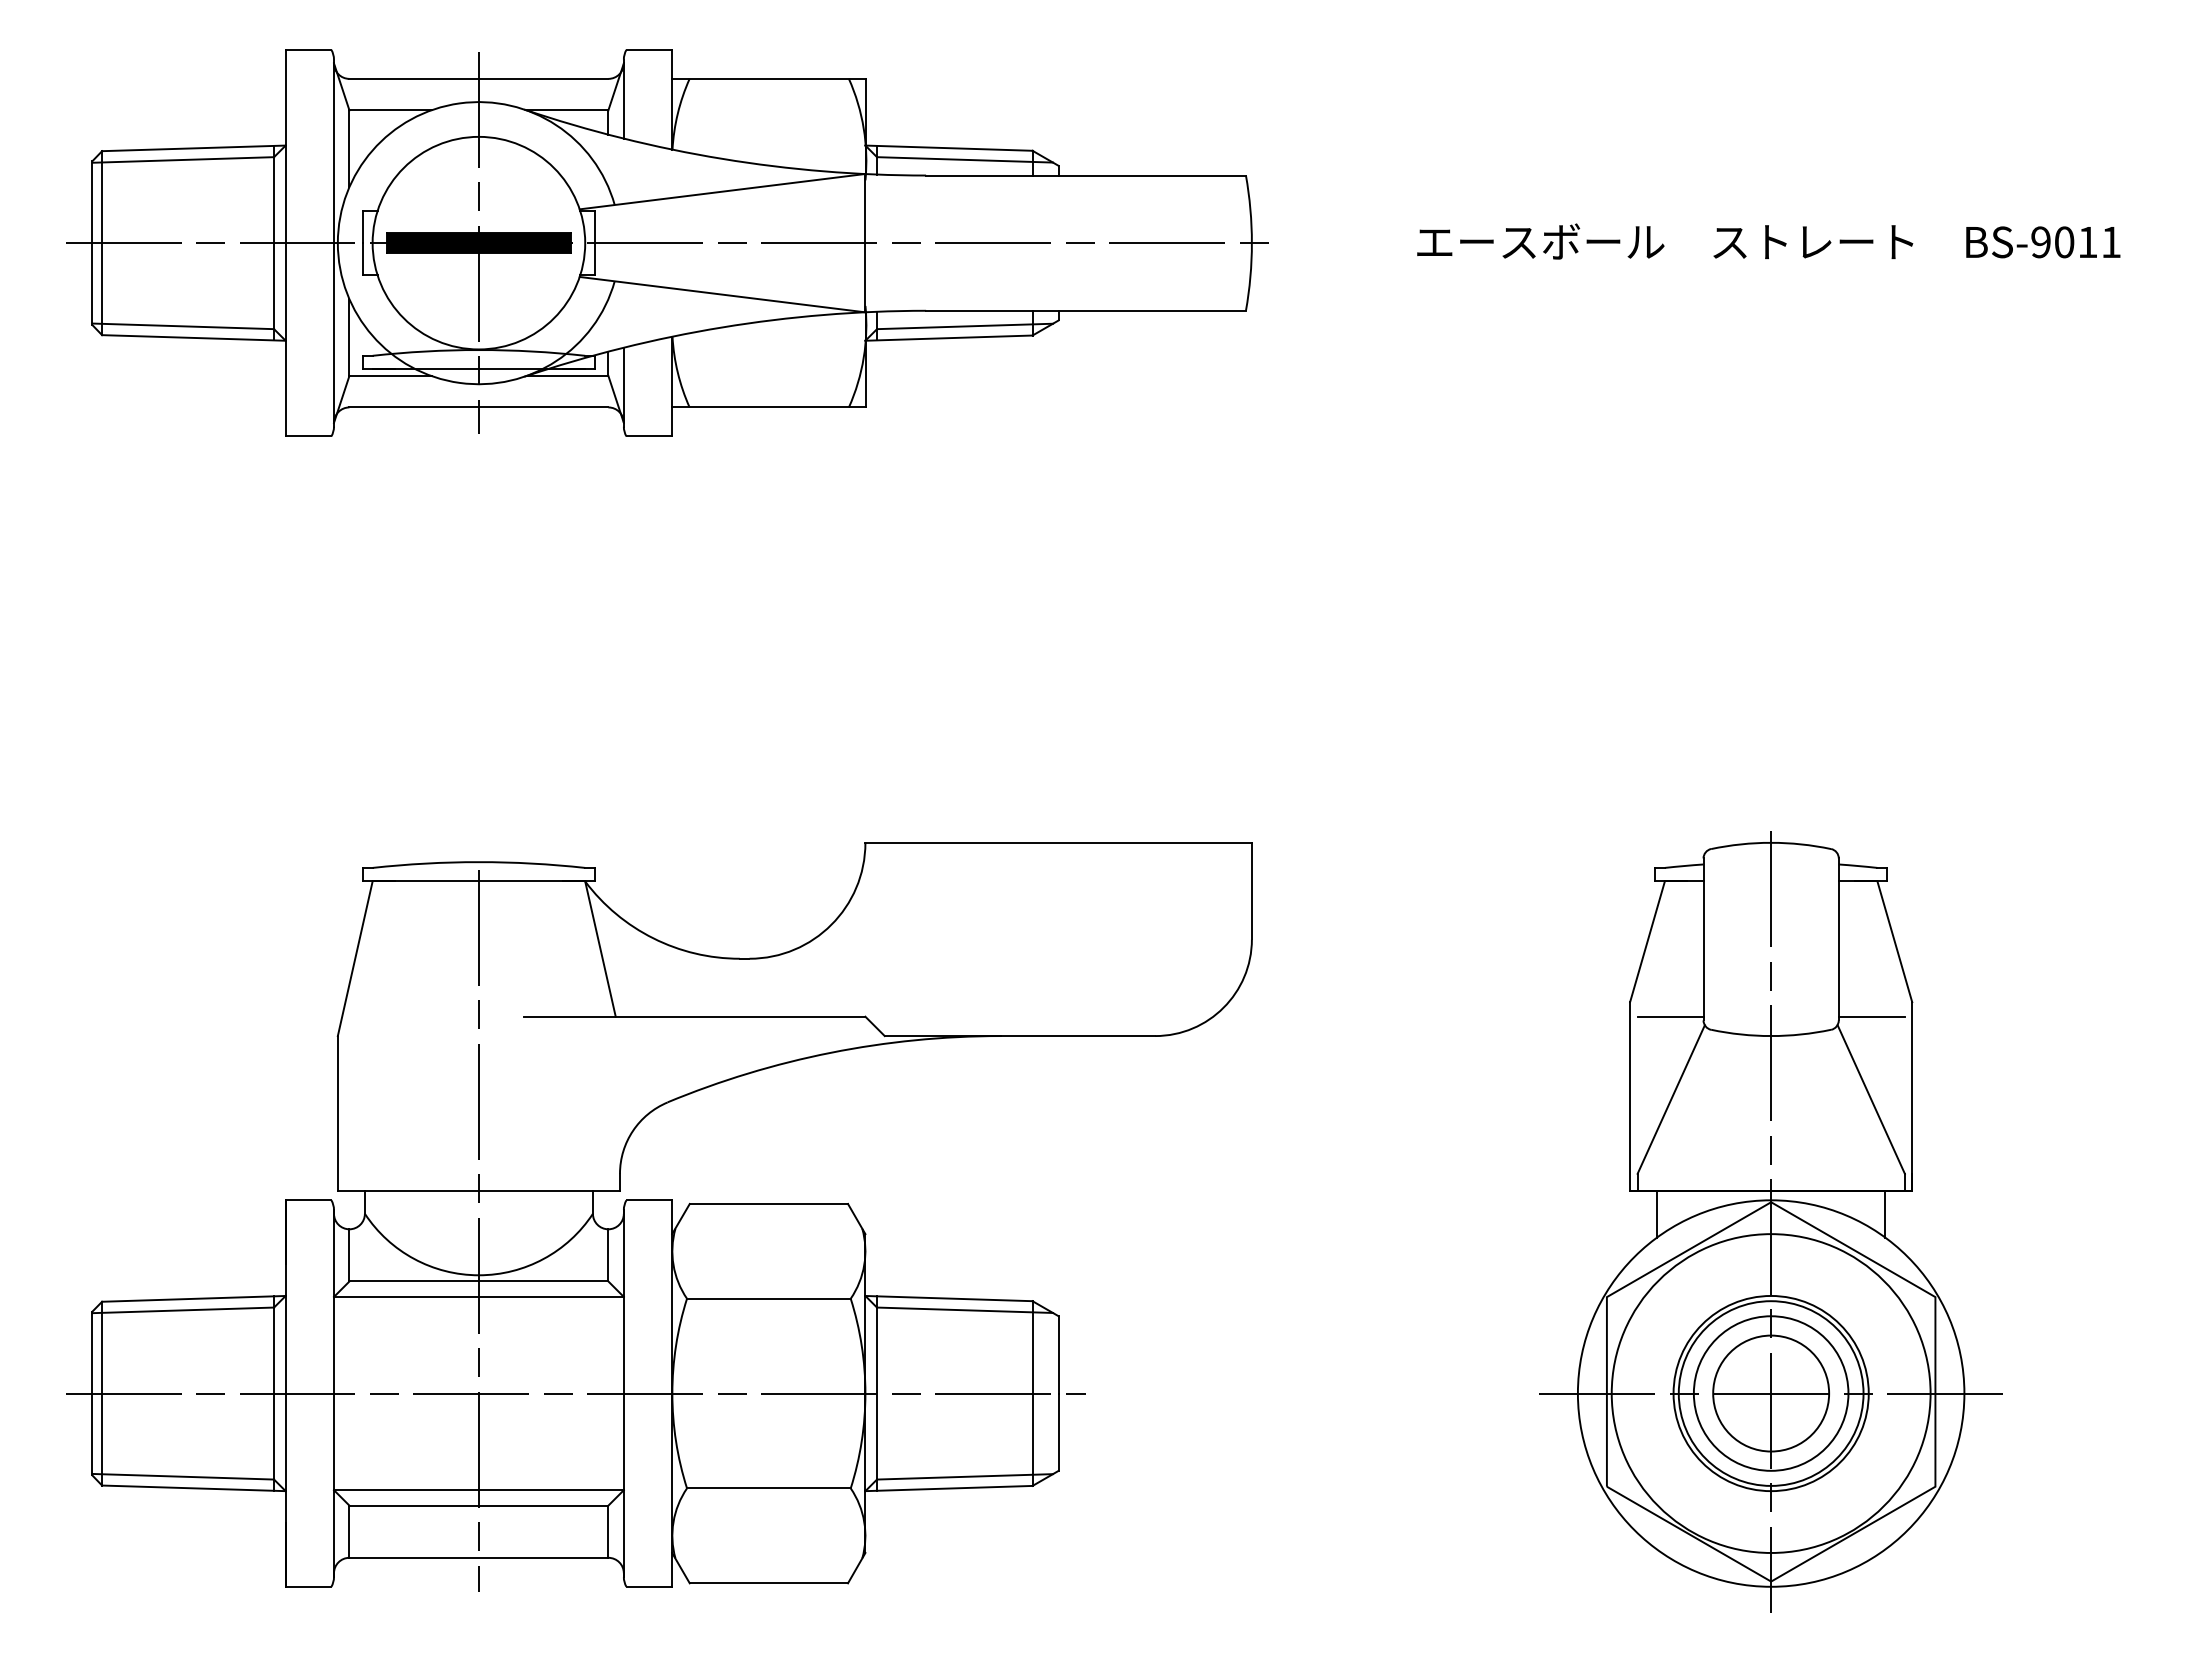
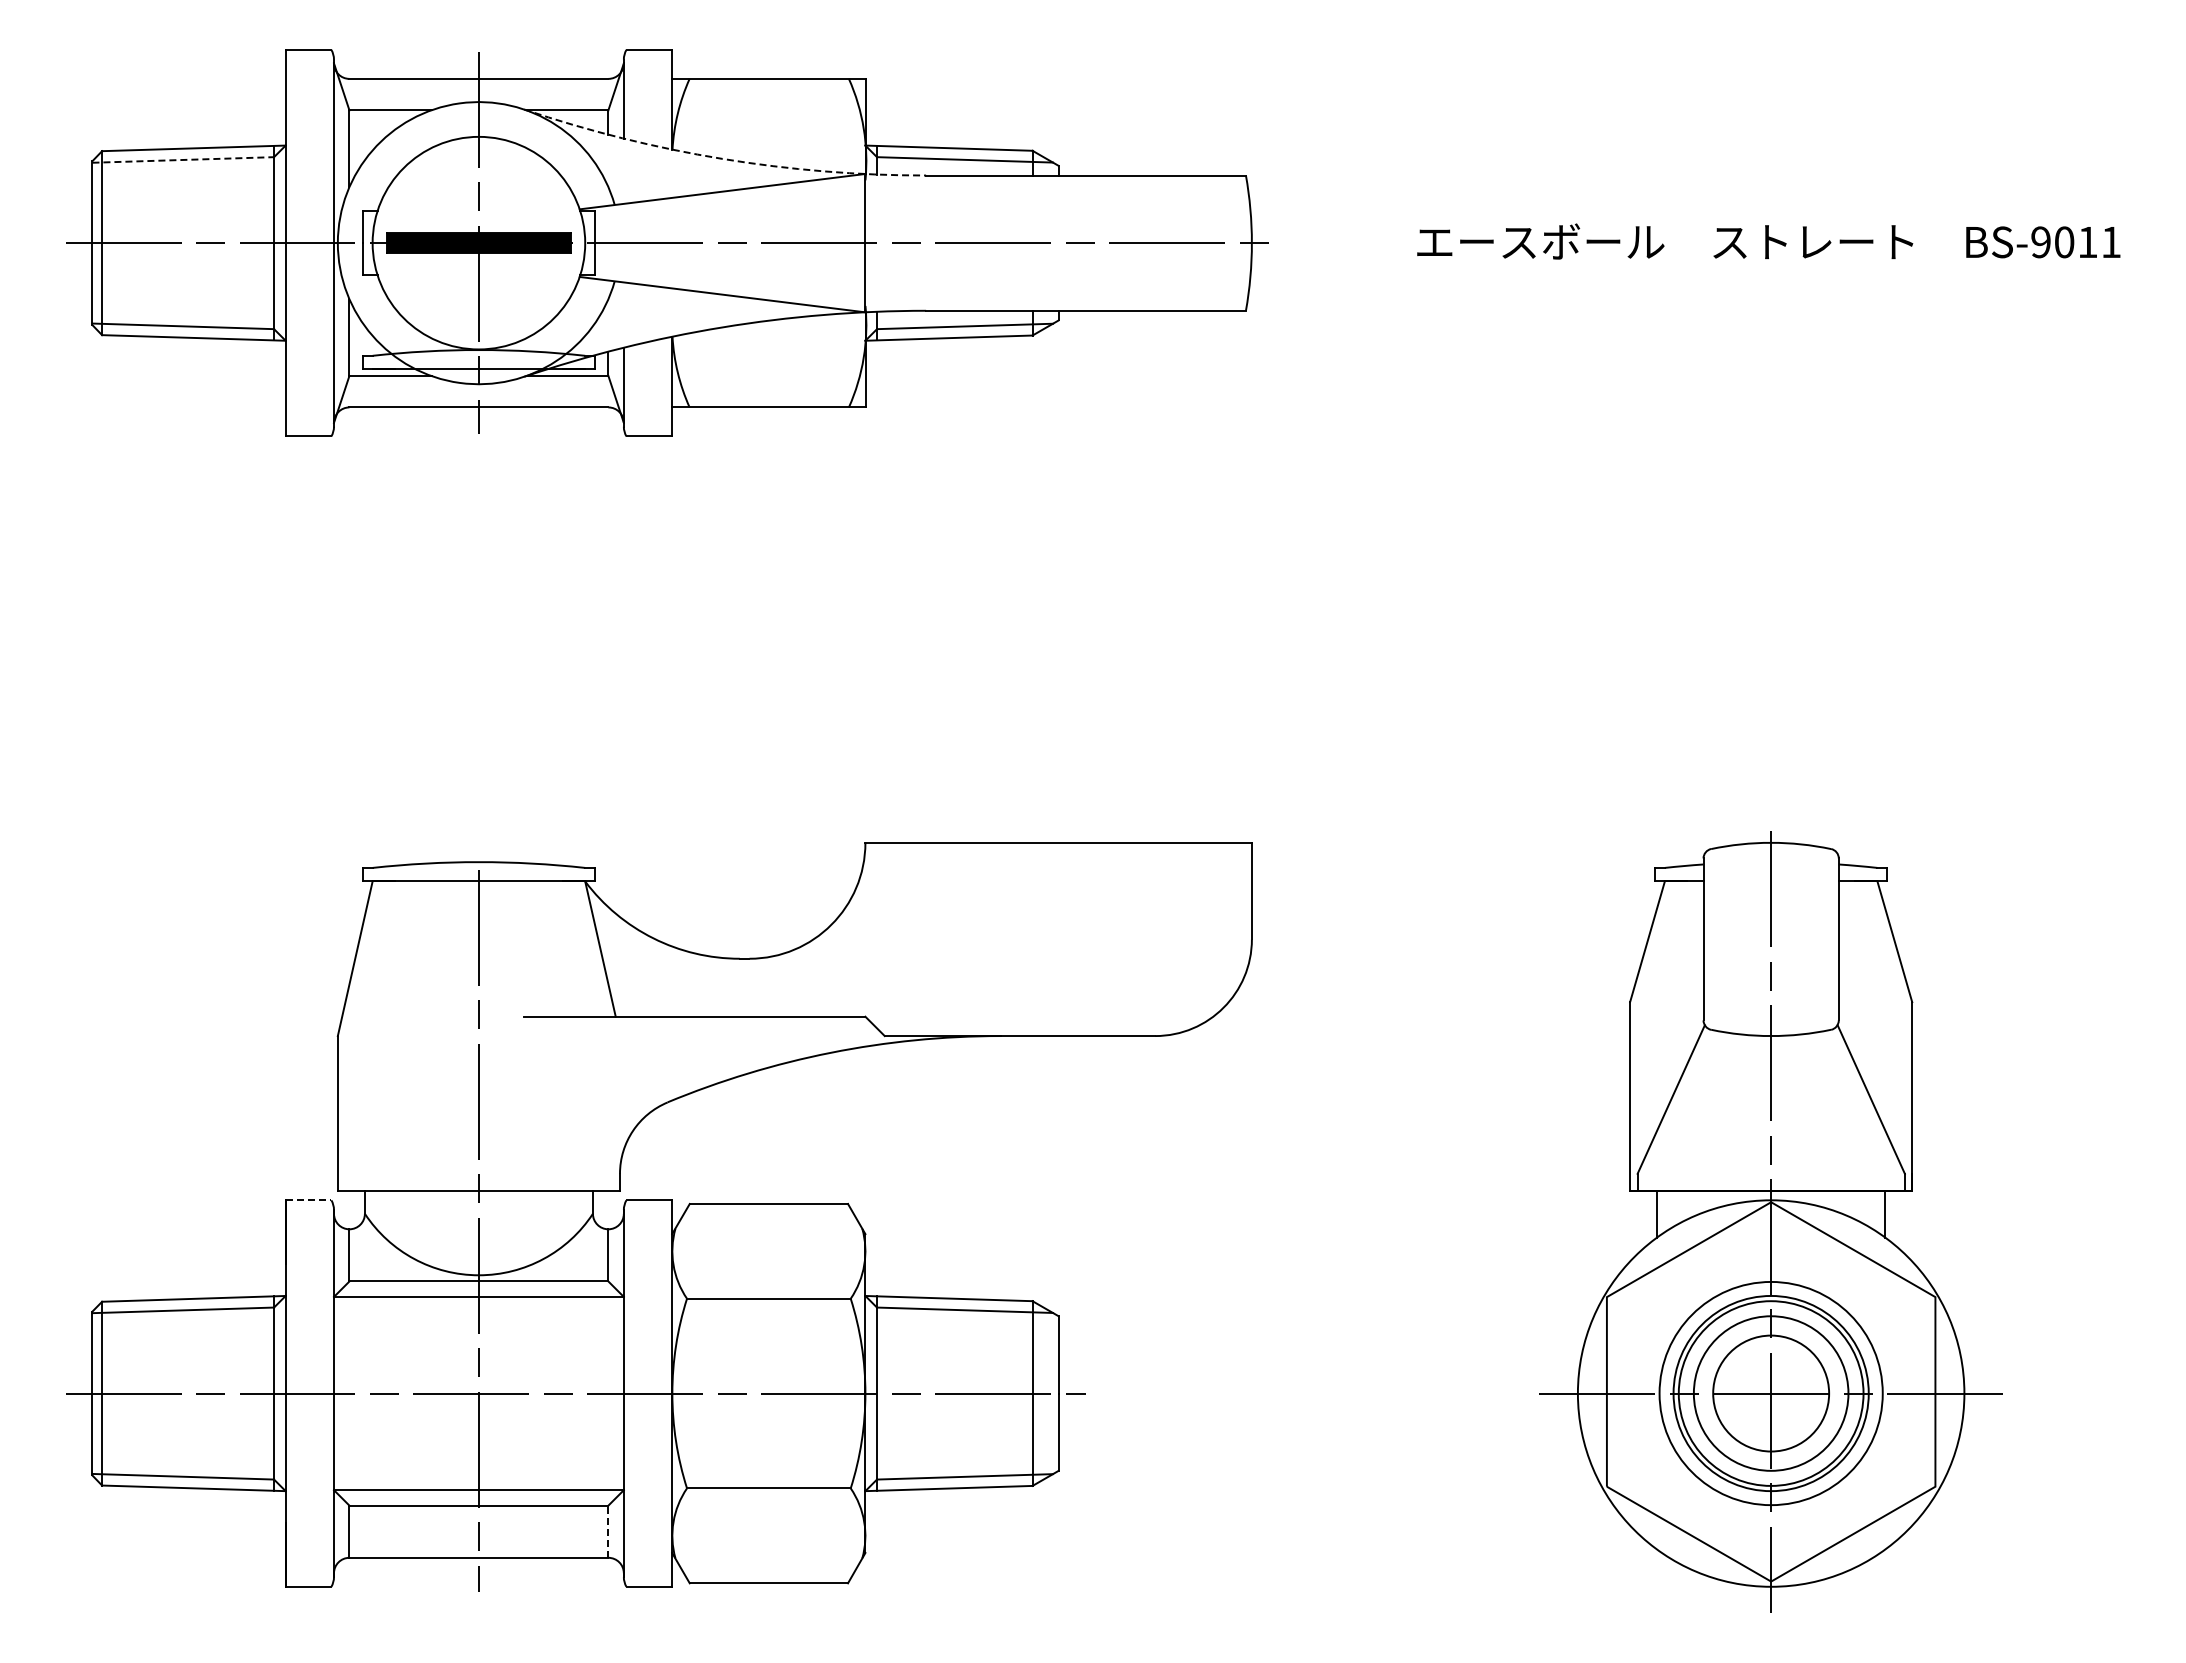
arc at (722, 158): solid -> dashed
line at (183, 159): solid -> dashed
line at (1670, 1016): present -> none
line at (1871, 1016): present -> none
line at (308, 1200): solid -> dashed
circle at (1770, 1393) diameter: 319 px -> 223 px
line at (608, 1531): solid -> dashed
